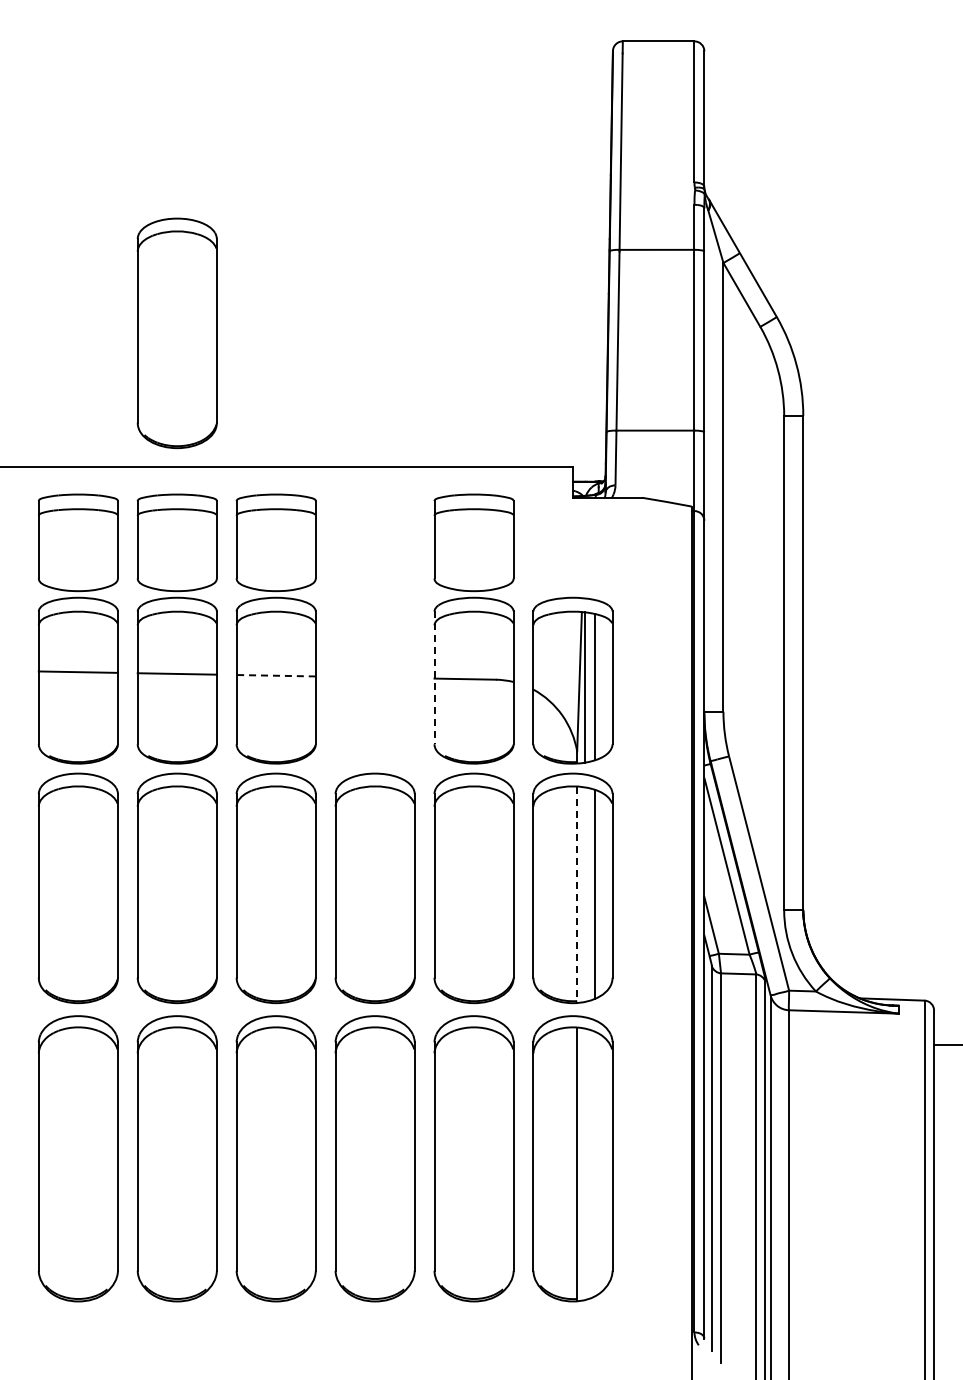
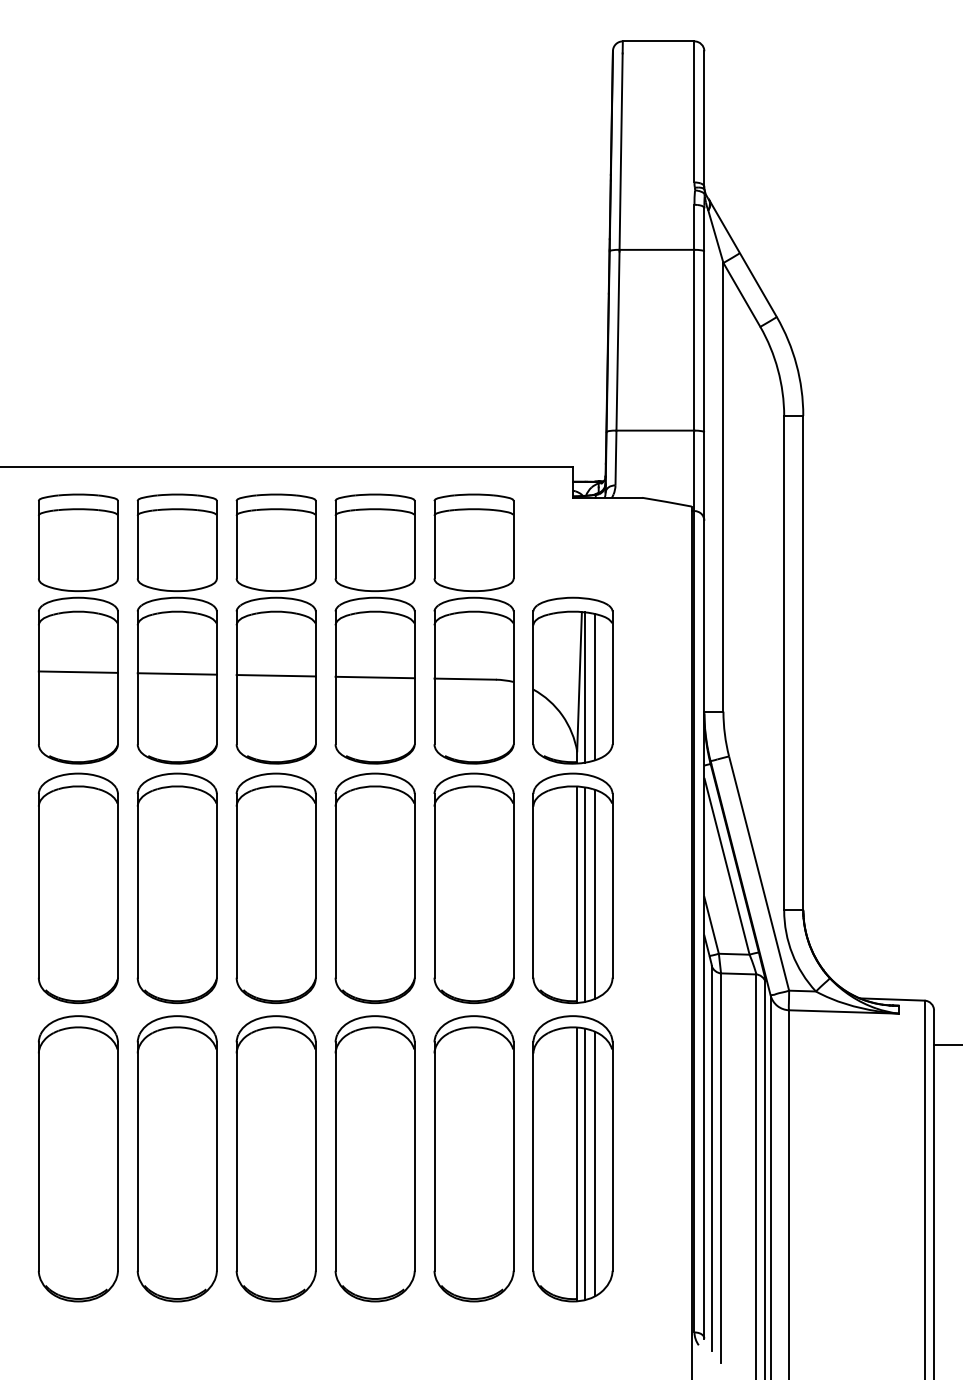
part at (176, 333): present -> none
part at (374, 628): none -> present
line at (276, 675): dashed -> solid
line at (434, 678): dashed -> solid
line at (585, 894): none -> present
line at (577, 895): dashed -> solid
line at (585, 1163): none -> present
line at (595, 1163): none -> present
